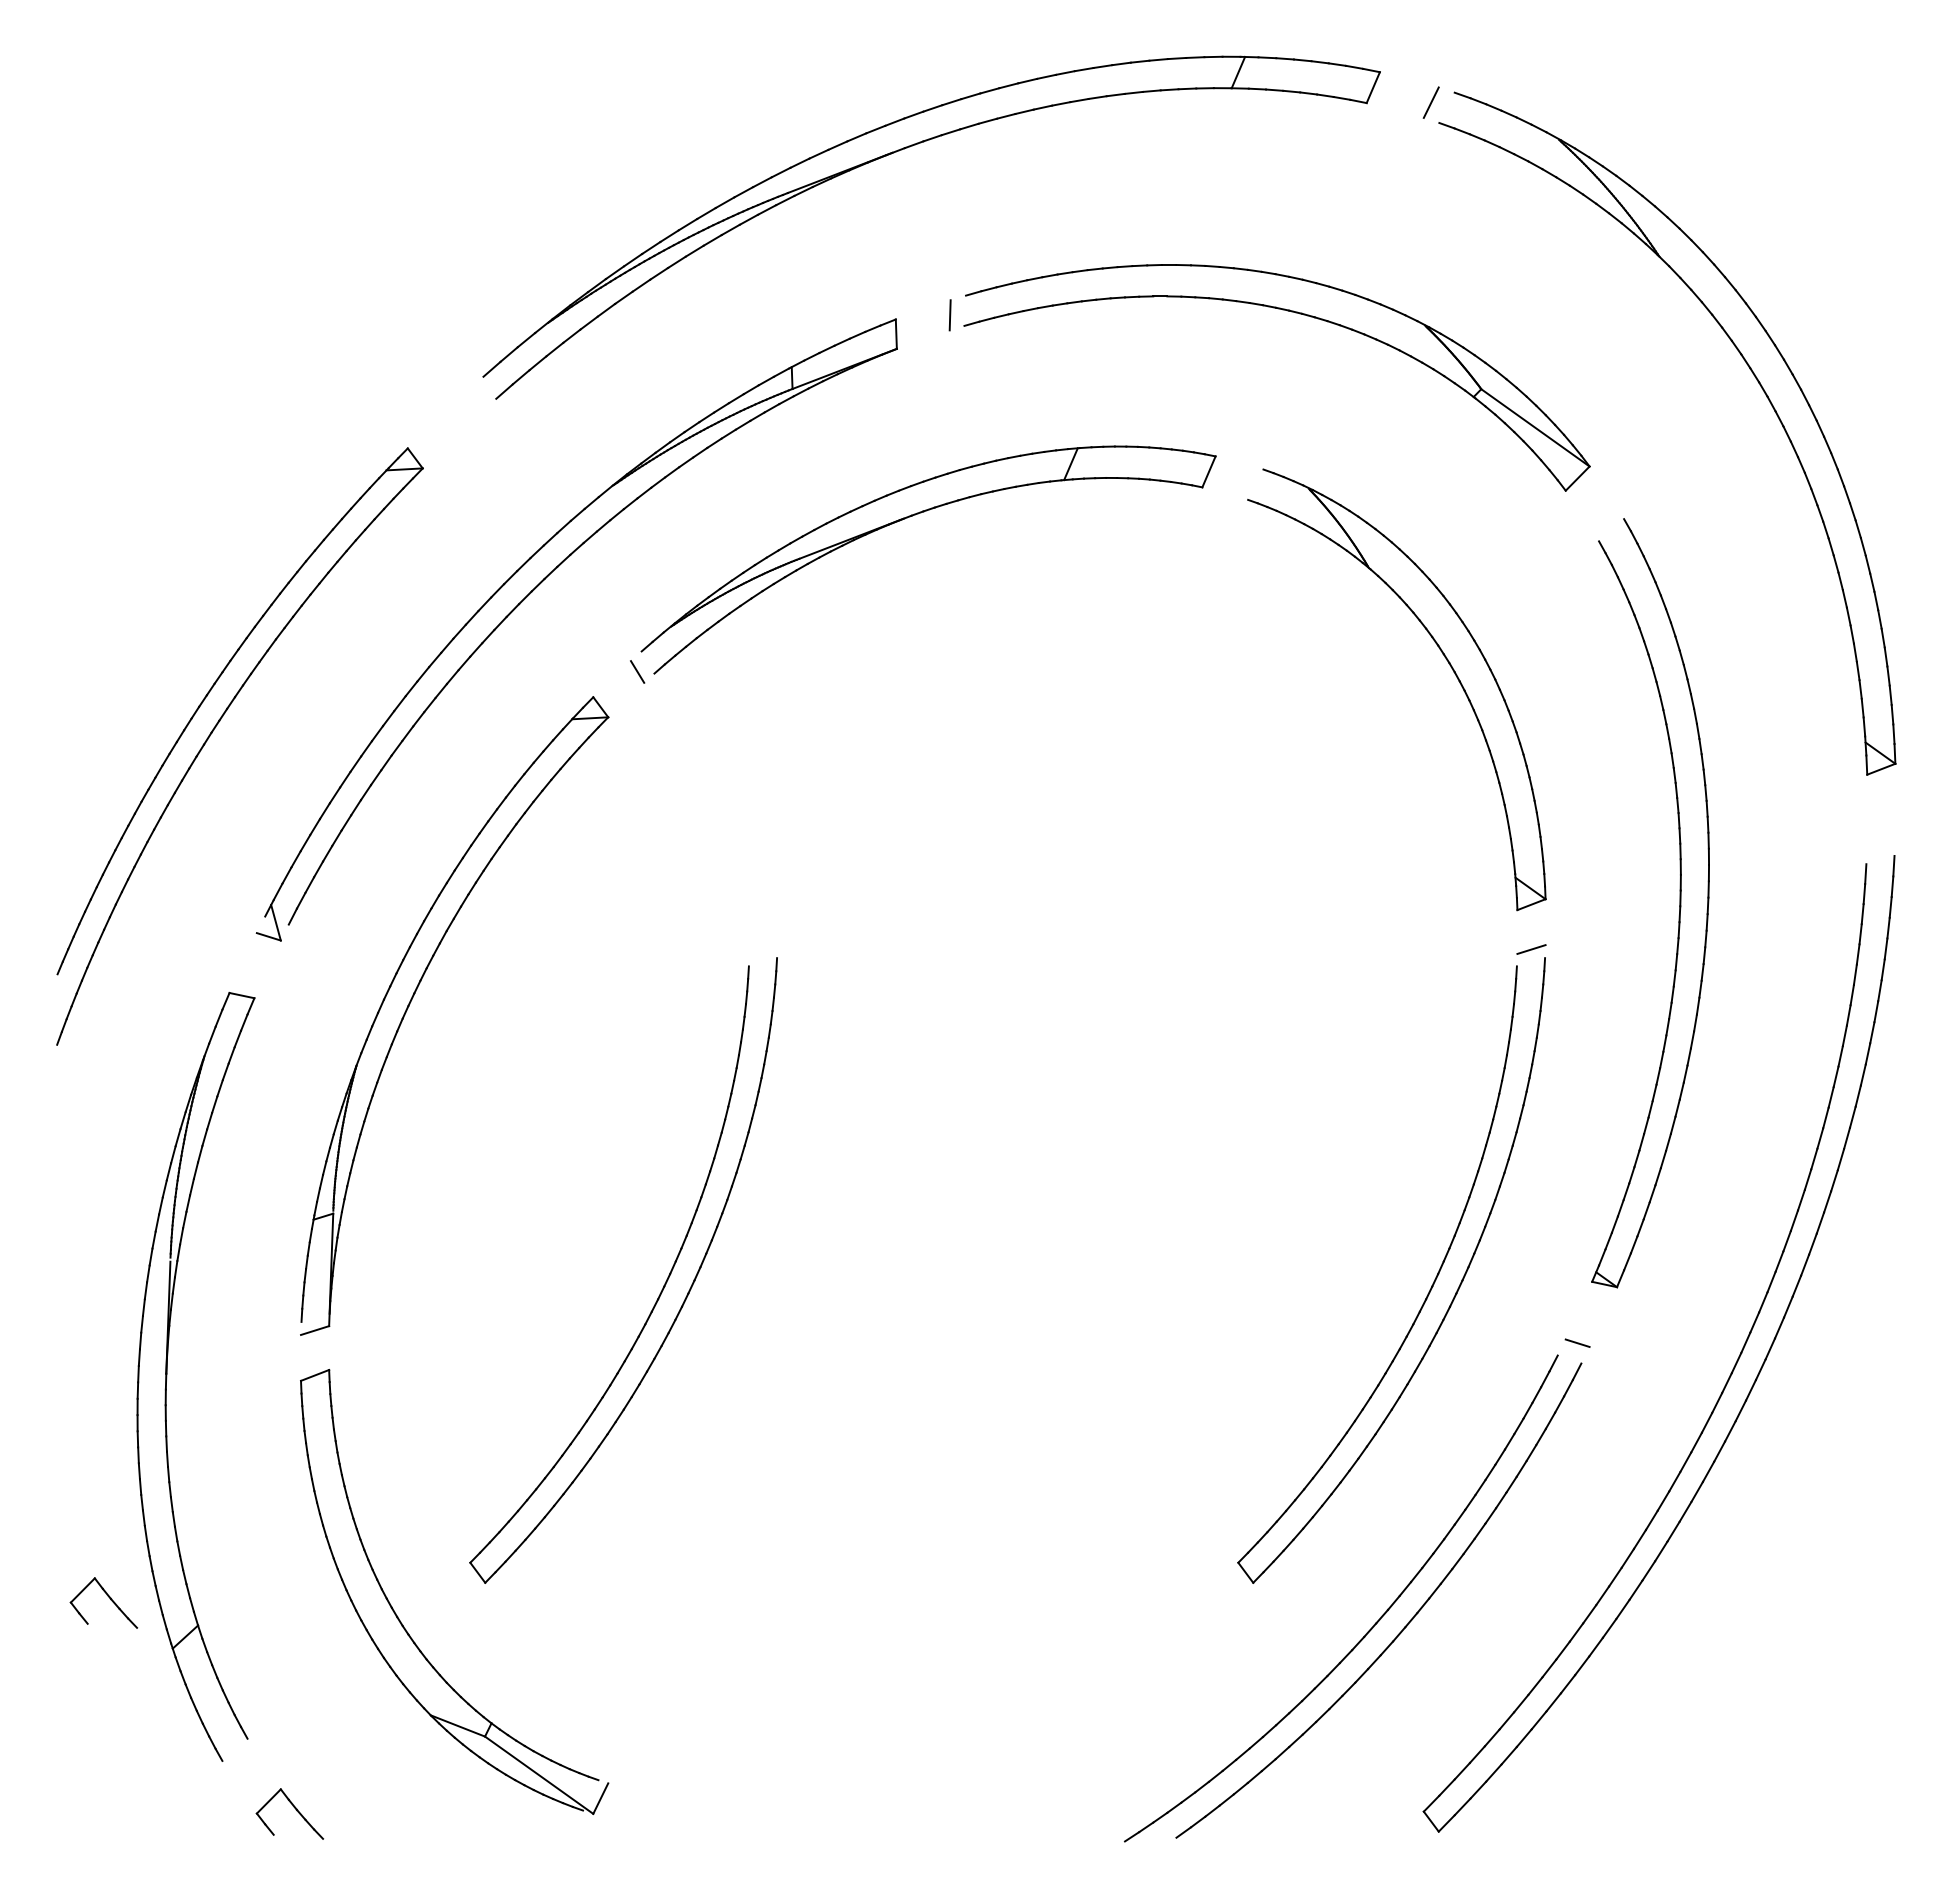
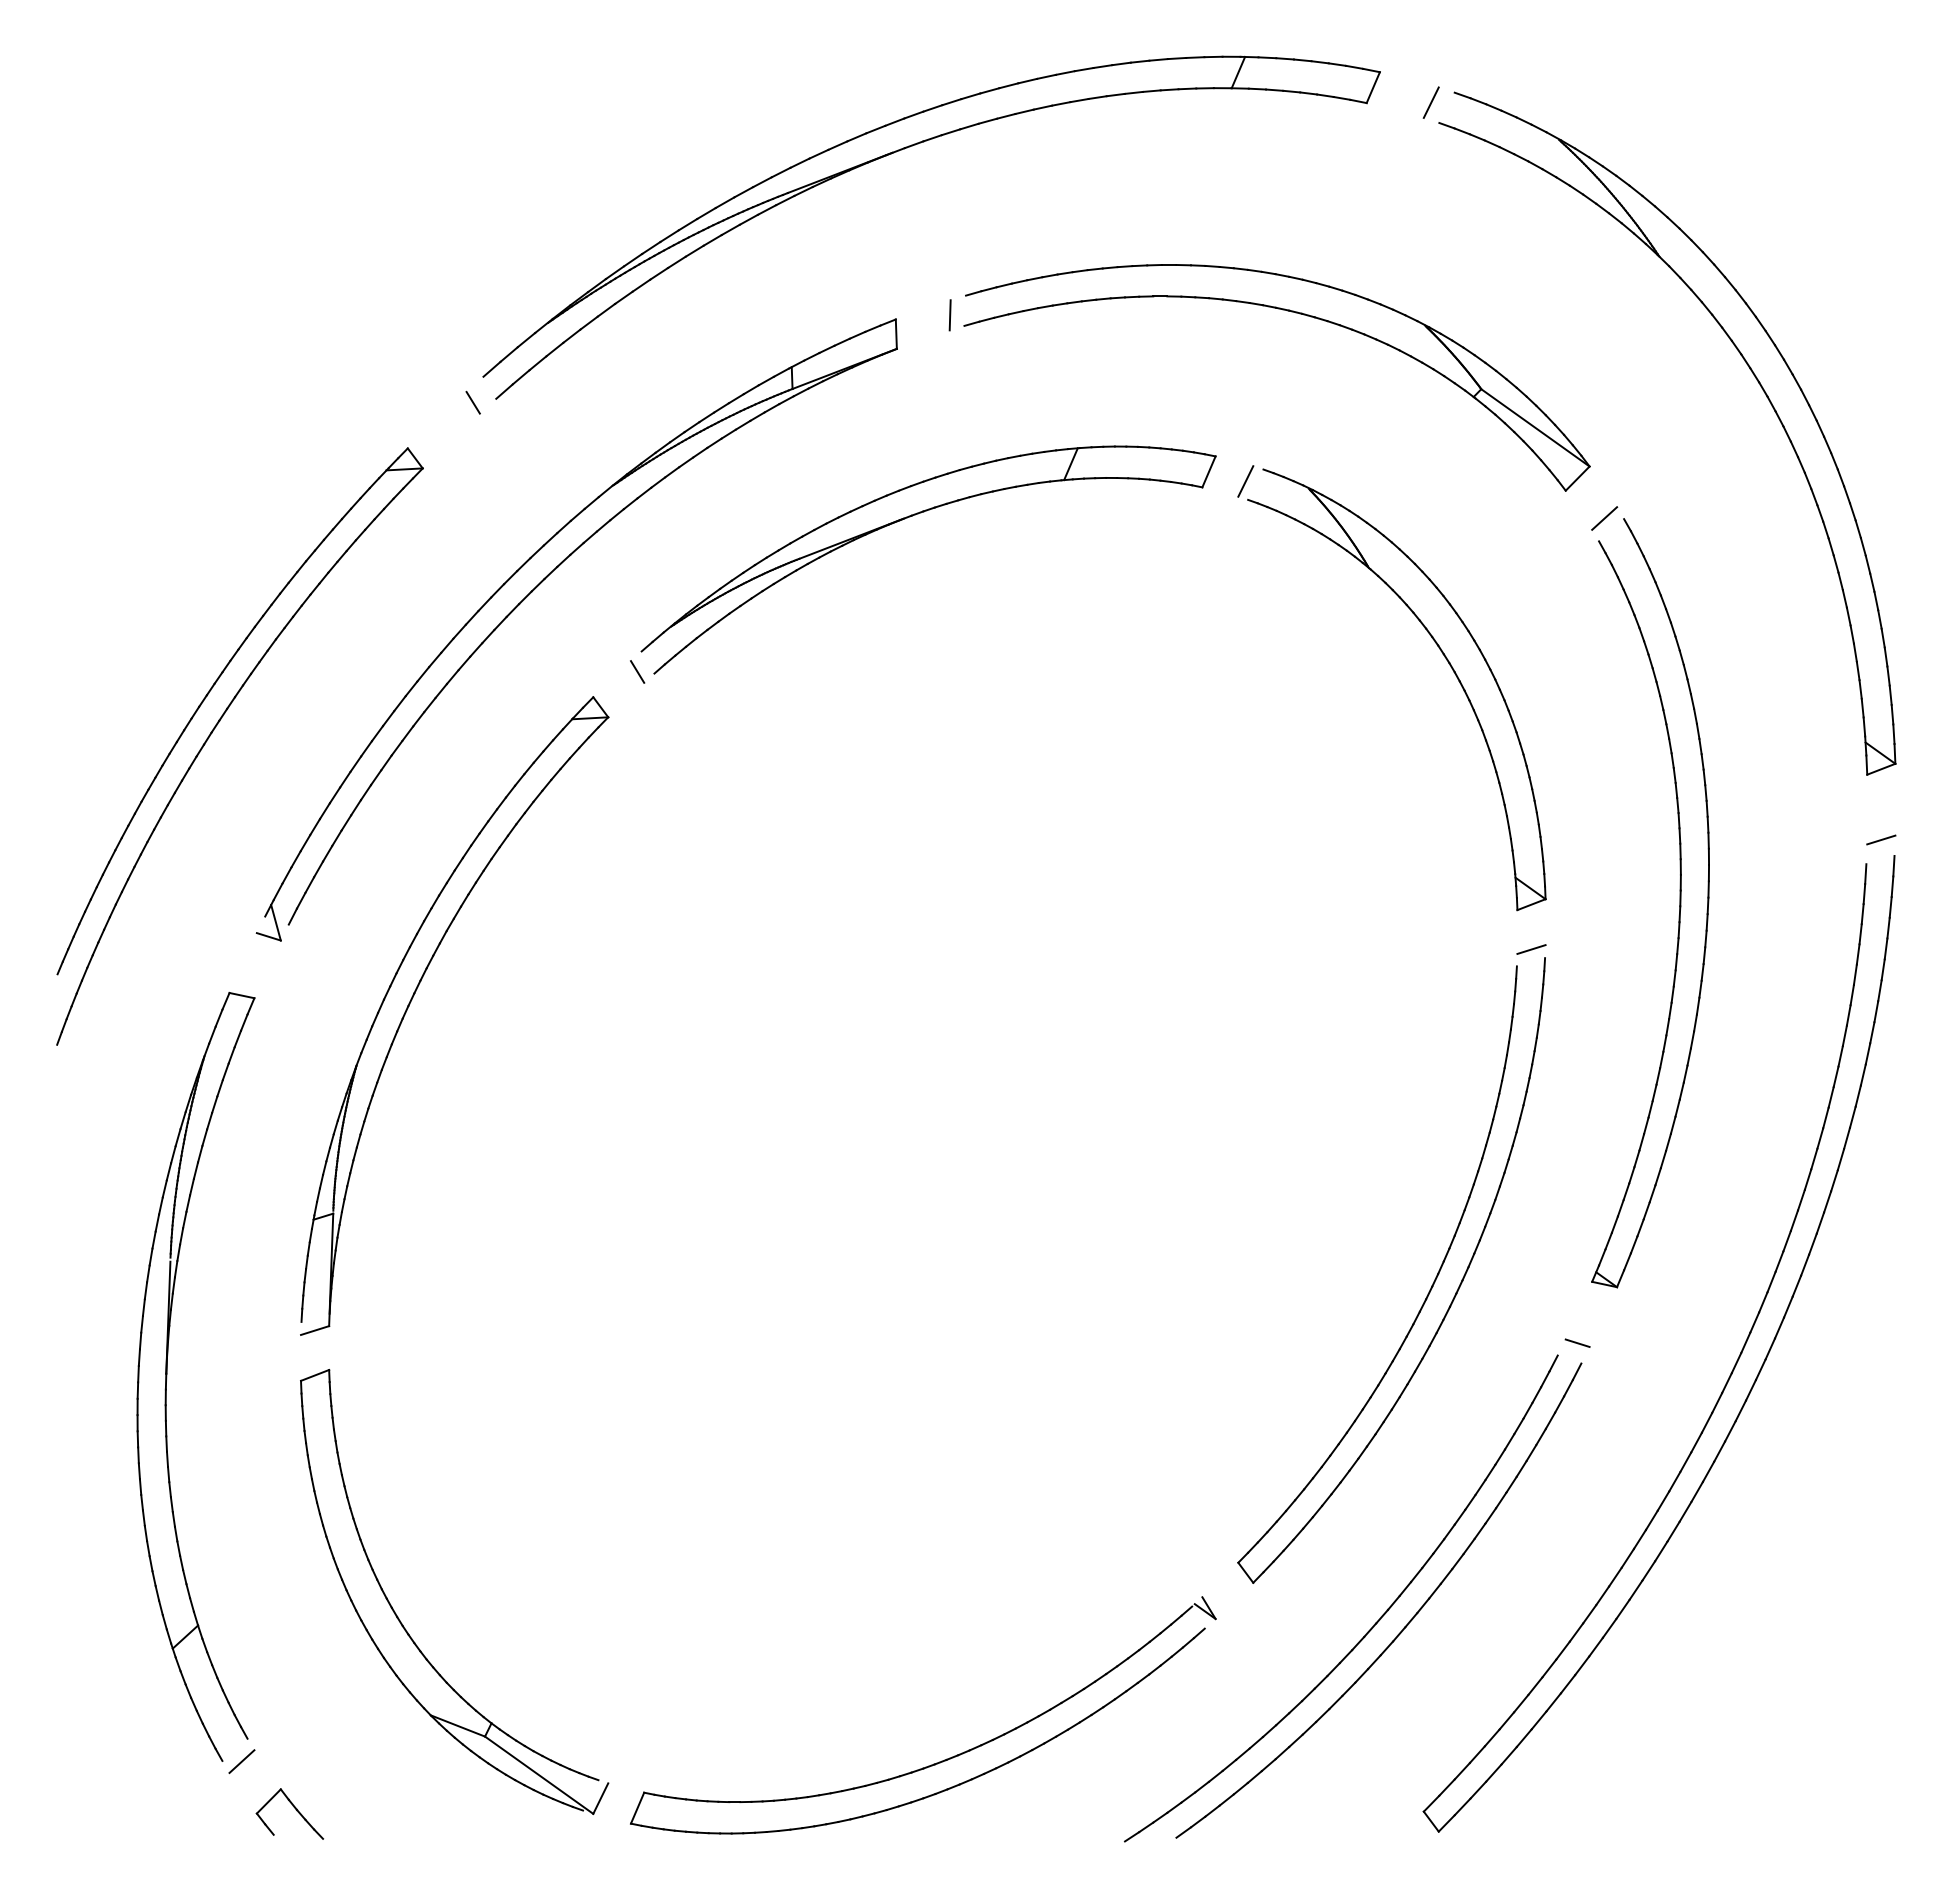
line at (472, 402): none -> present
line at (1245, 481): none -> present
line at (1604, 518): none -> present
line at (1881, 839): none -> present
part at (661, 1289): present -> none
part at (108, 1597): present -> none
part at (941, 1760): none -> present
line at (241, 1761): none -> present
